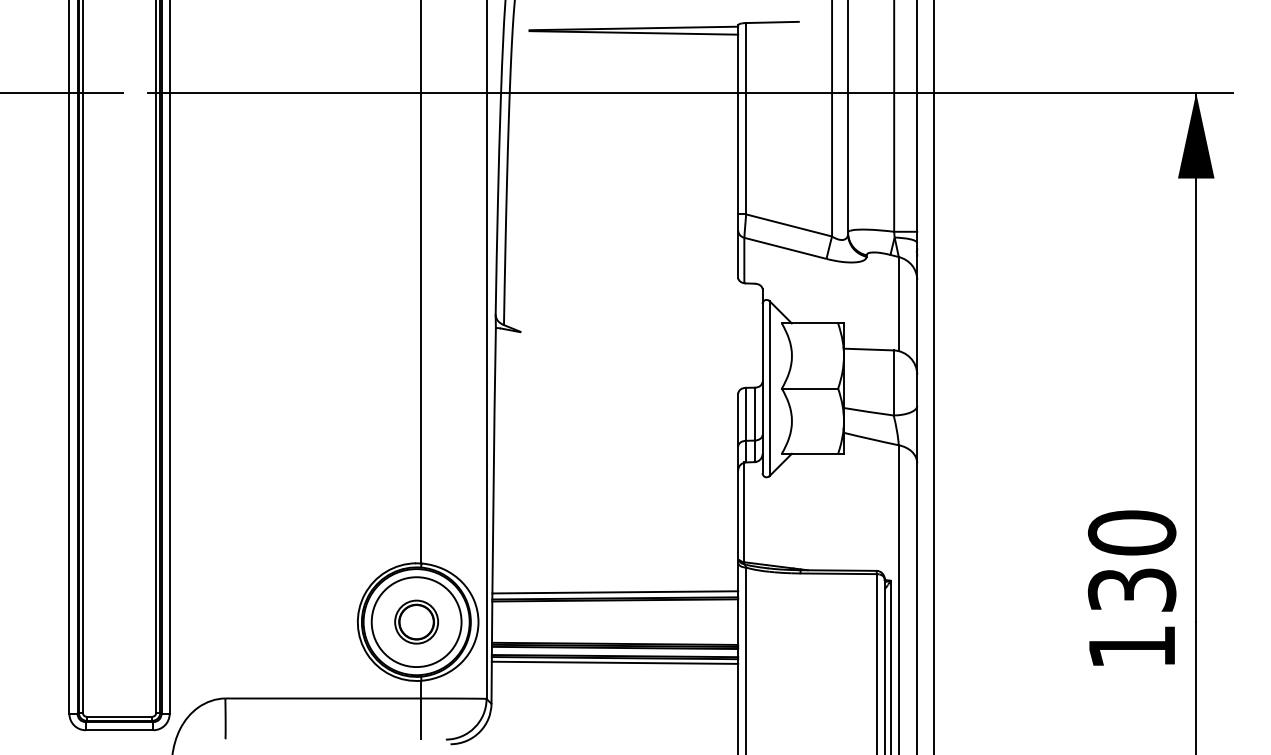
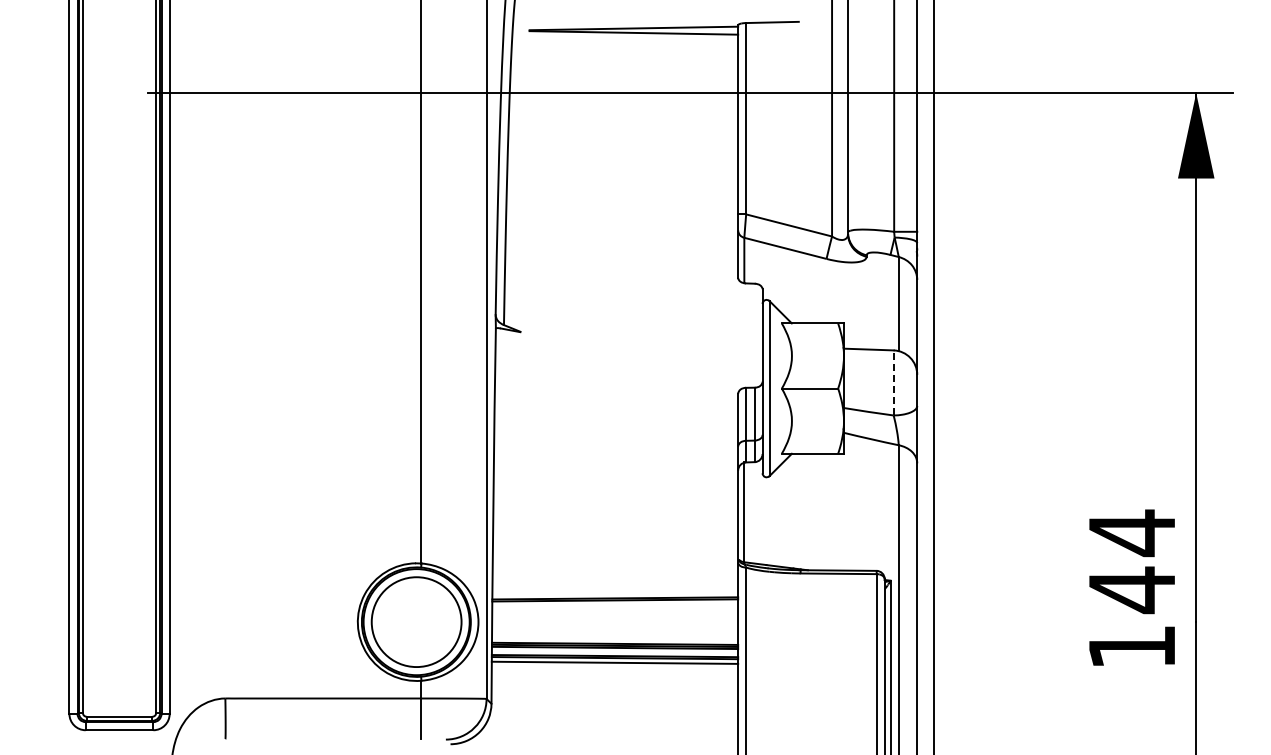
line at (62, 93): present -> none
line at (893, 382): solid -> dashed
text at (1131, 561): 130 -> 144
line at (615, 592): present -> none
part at (416, 621): present -> none
